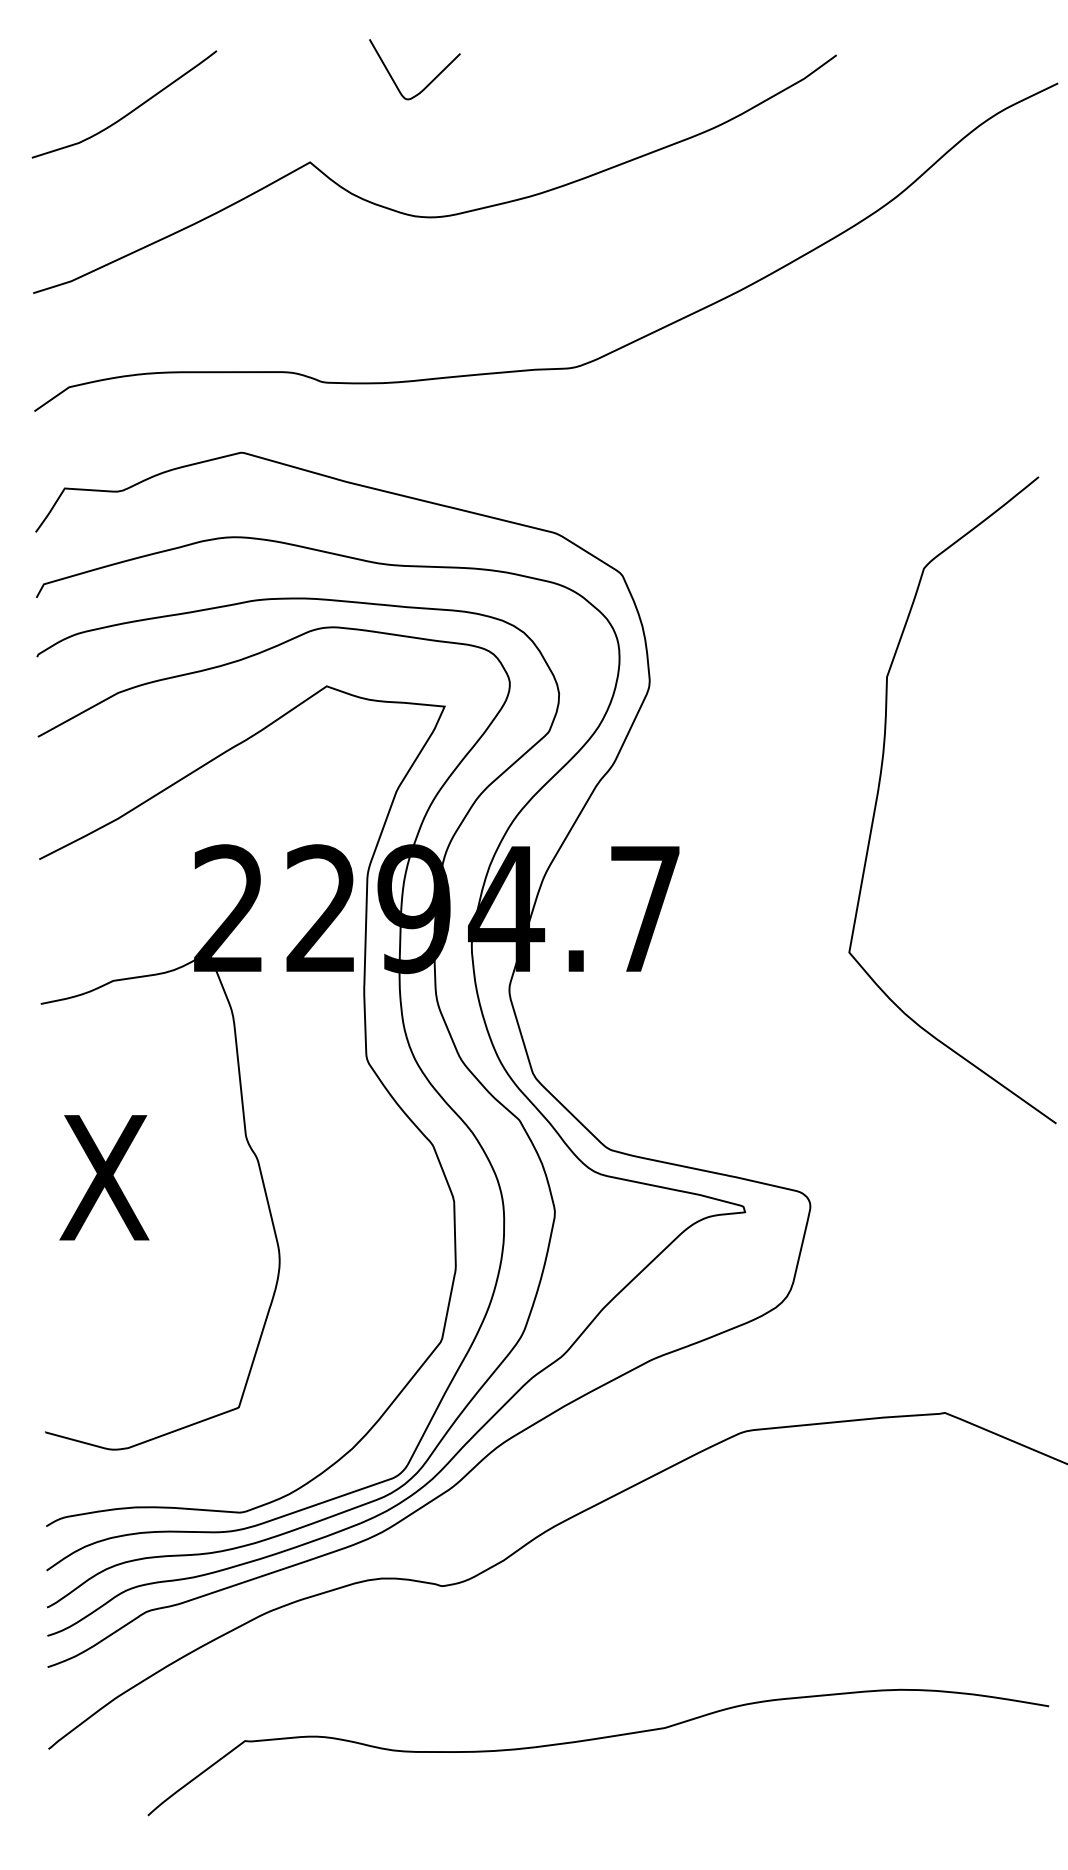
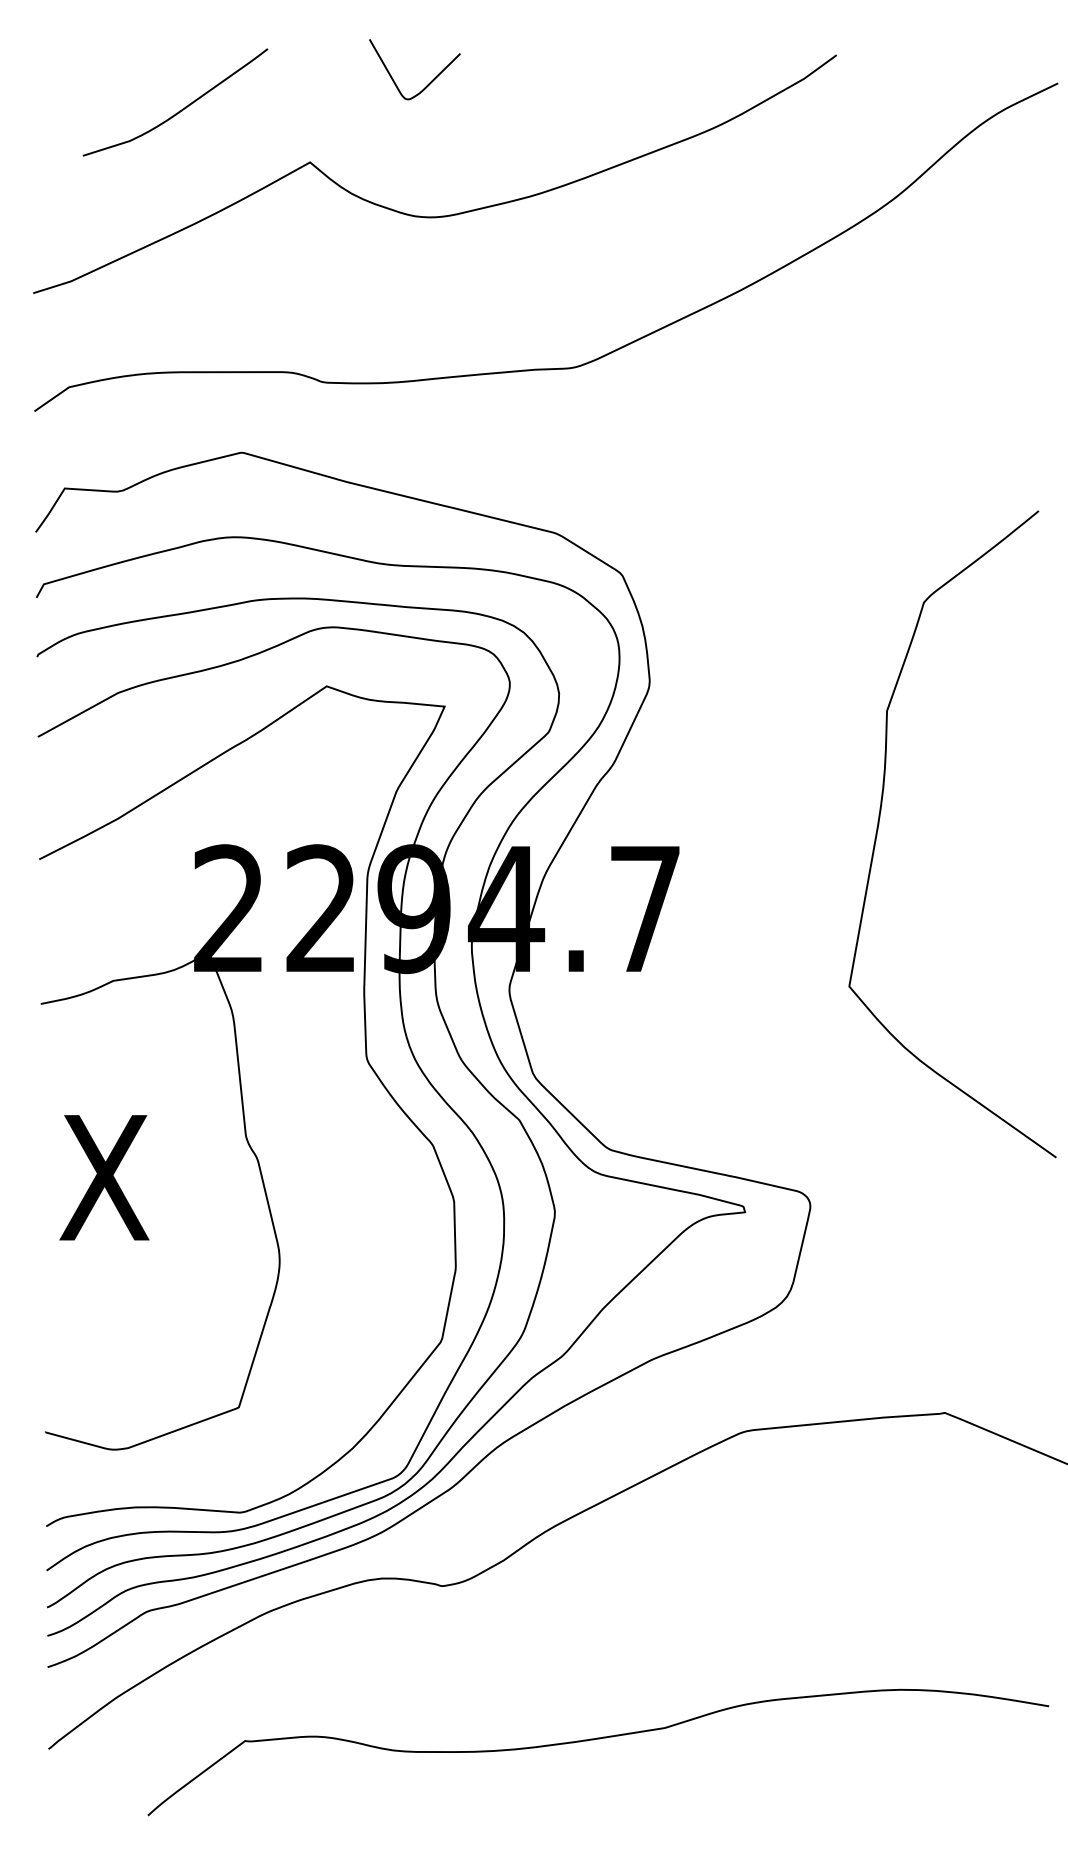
curve at (128, 112) position: (128, 112) -> (179, 110)
curve at (879, 790) position: (879, 790) -> (879, 824)
